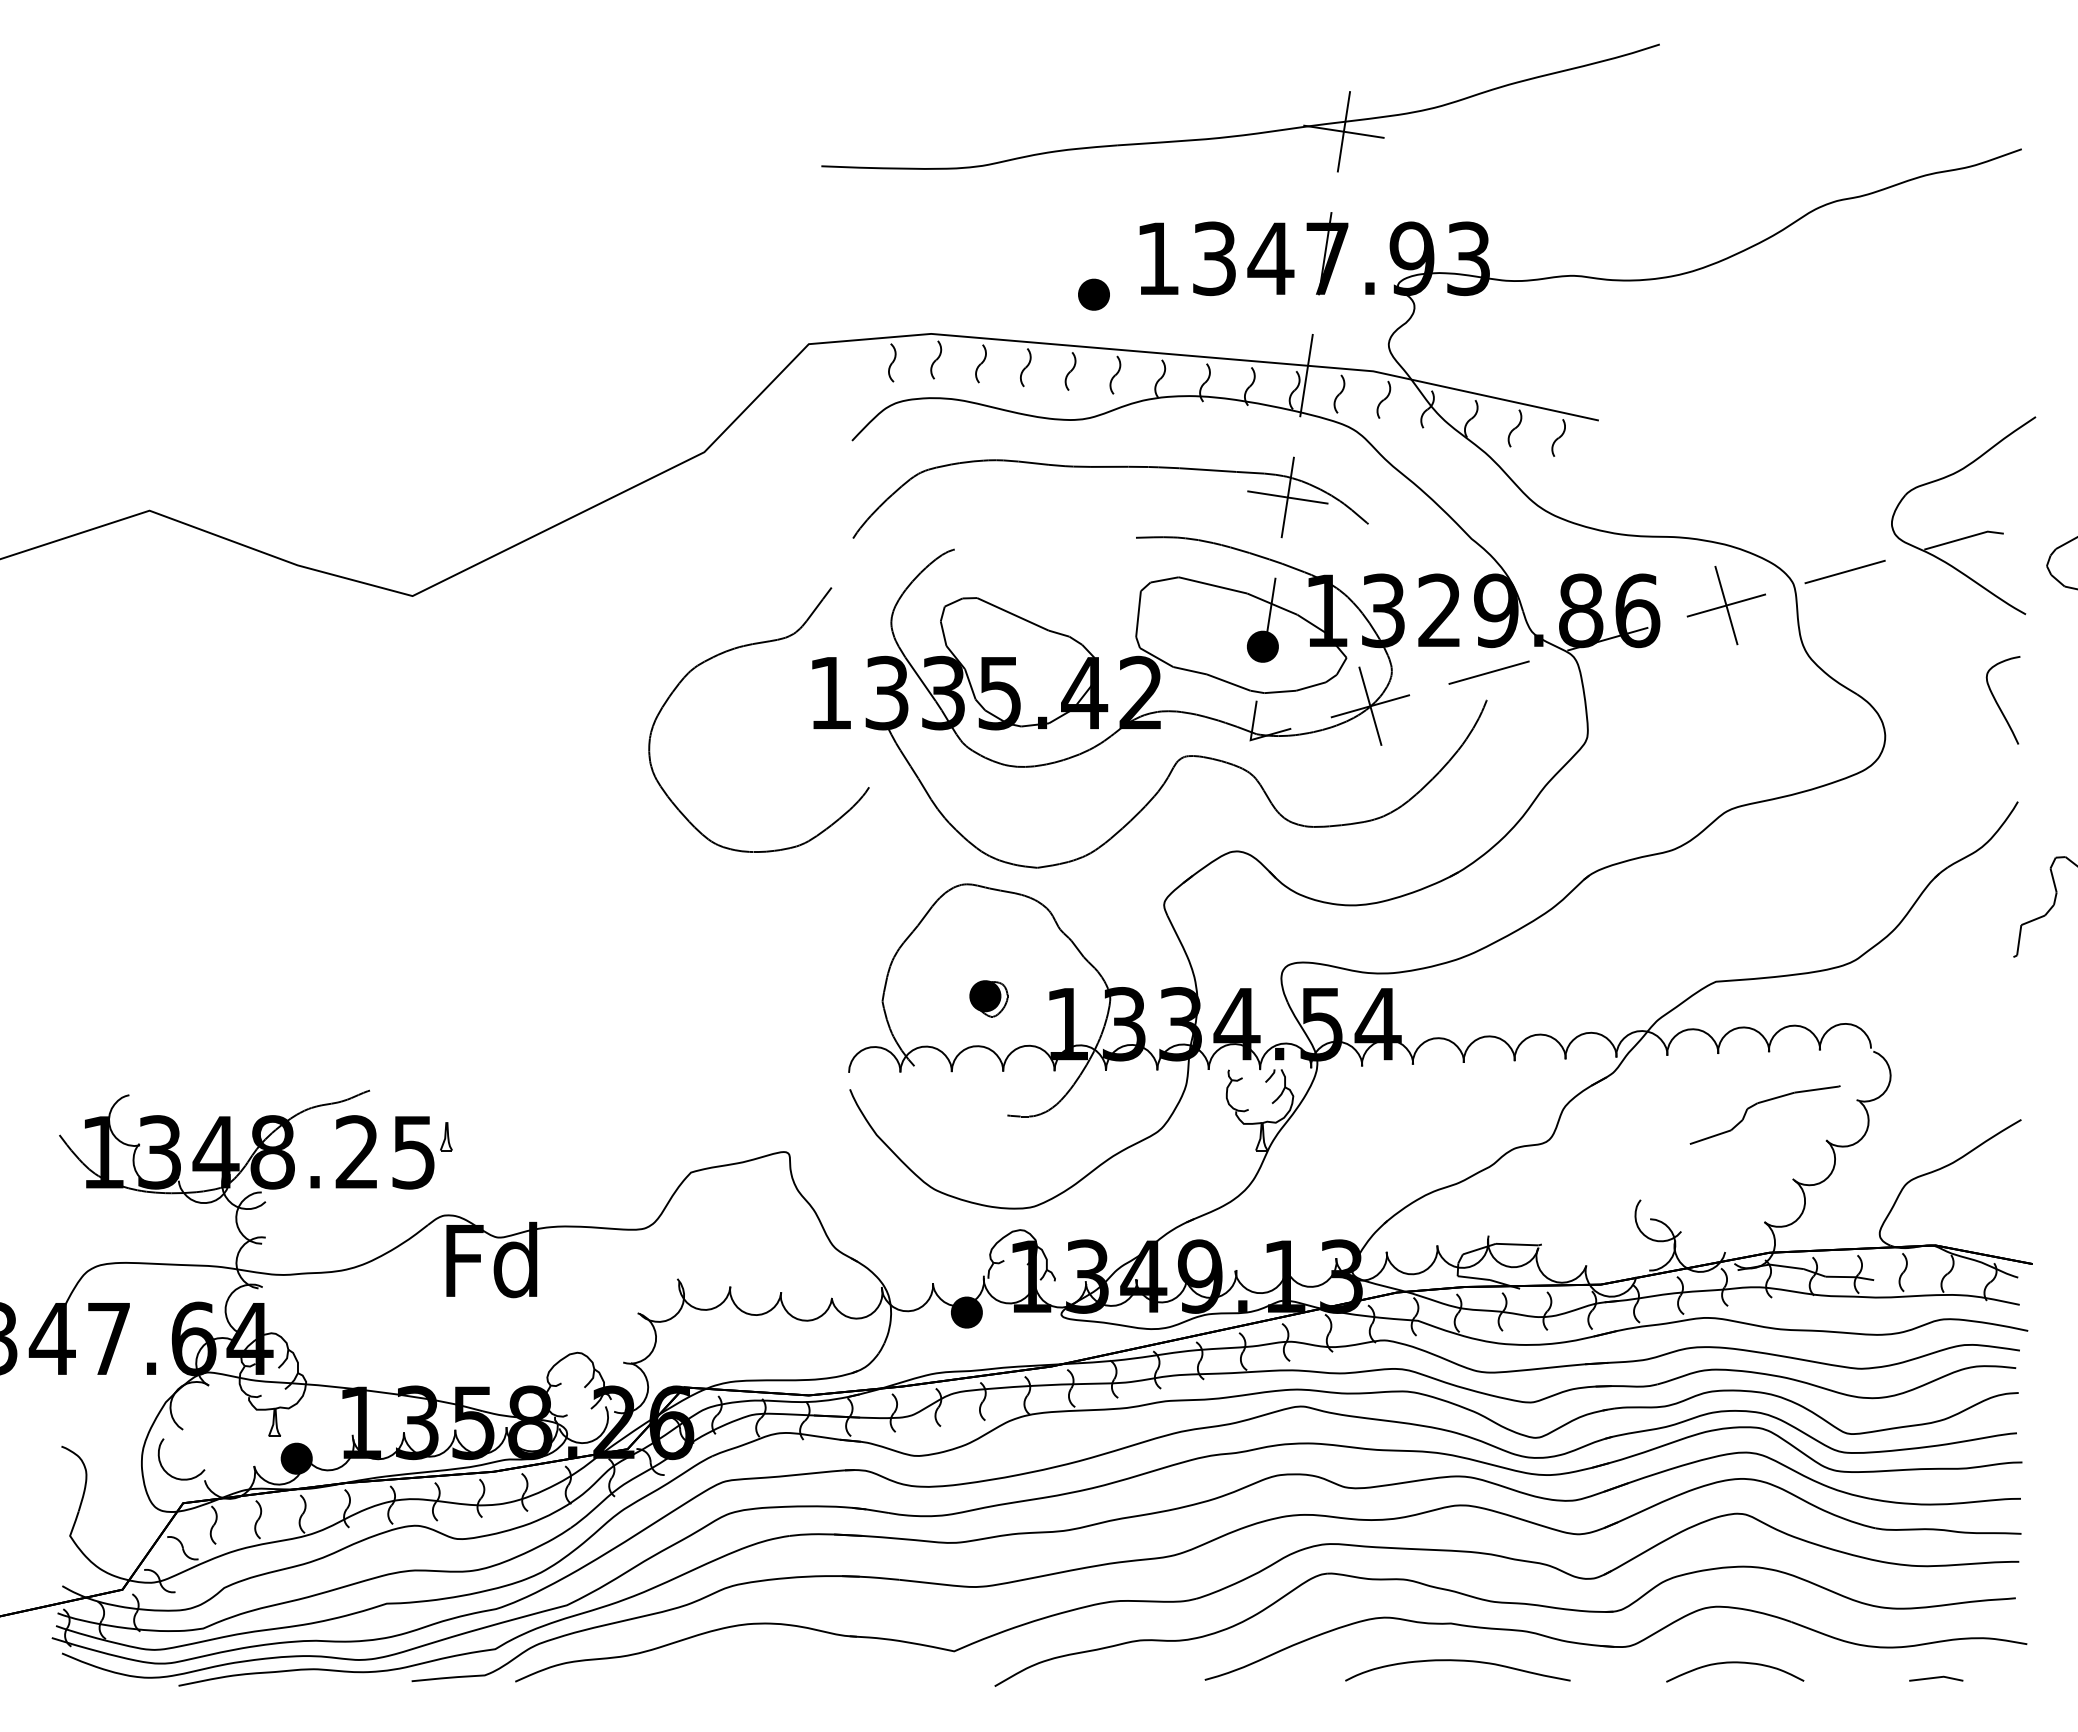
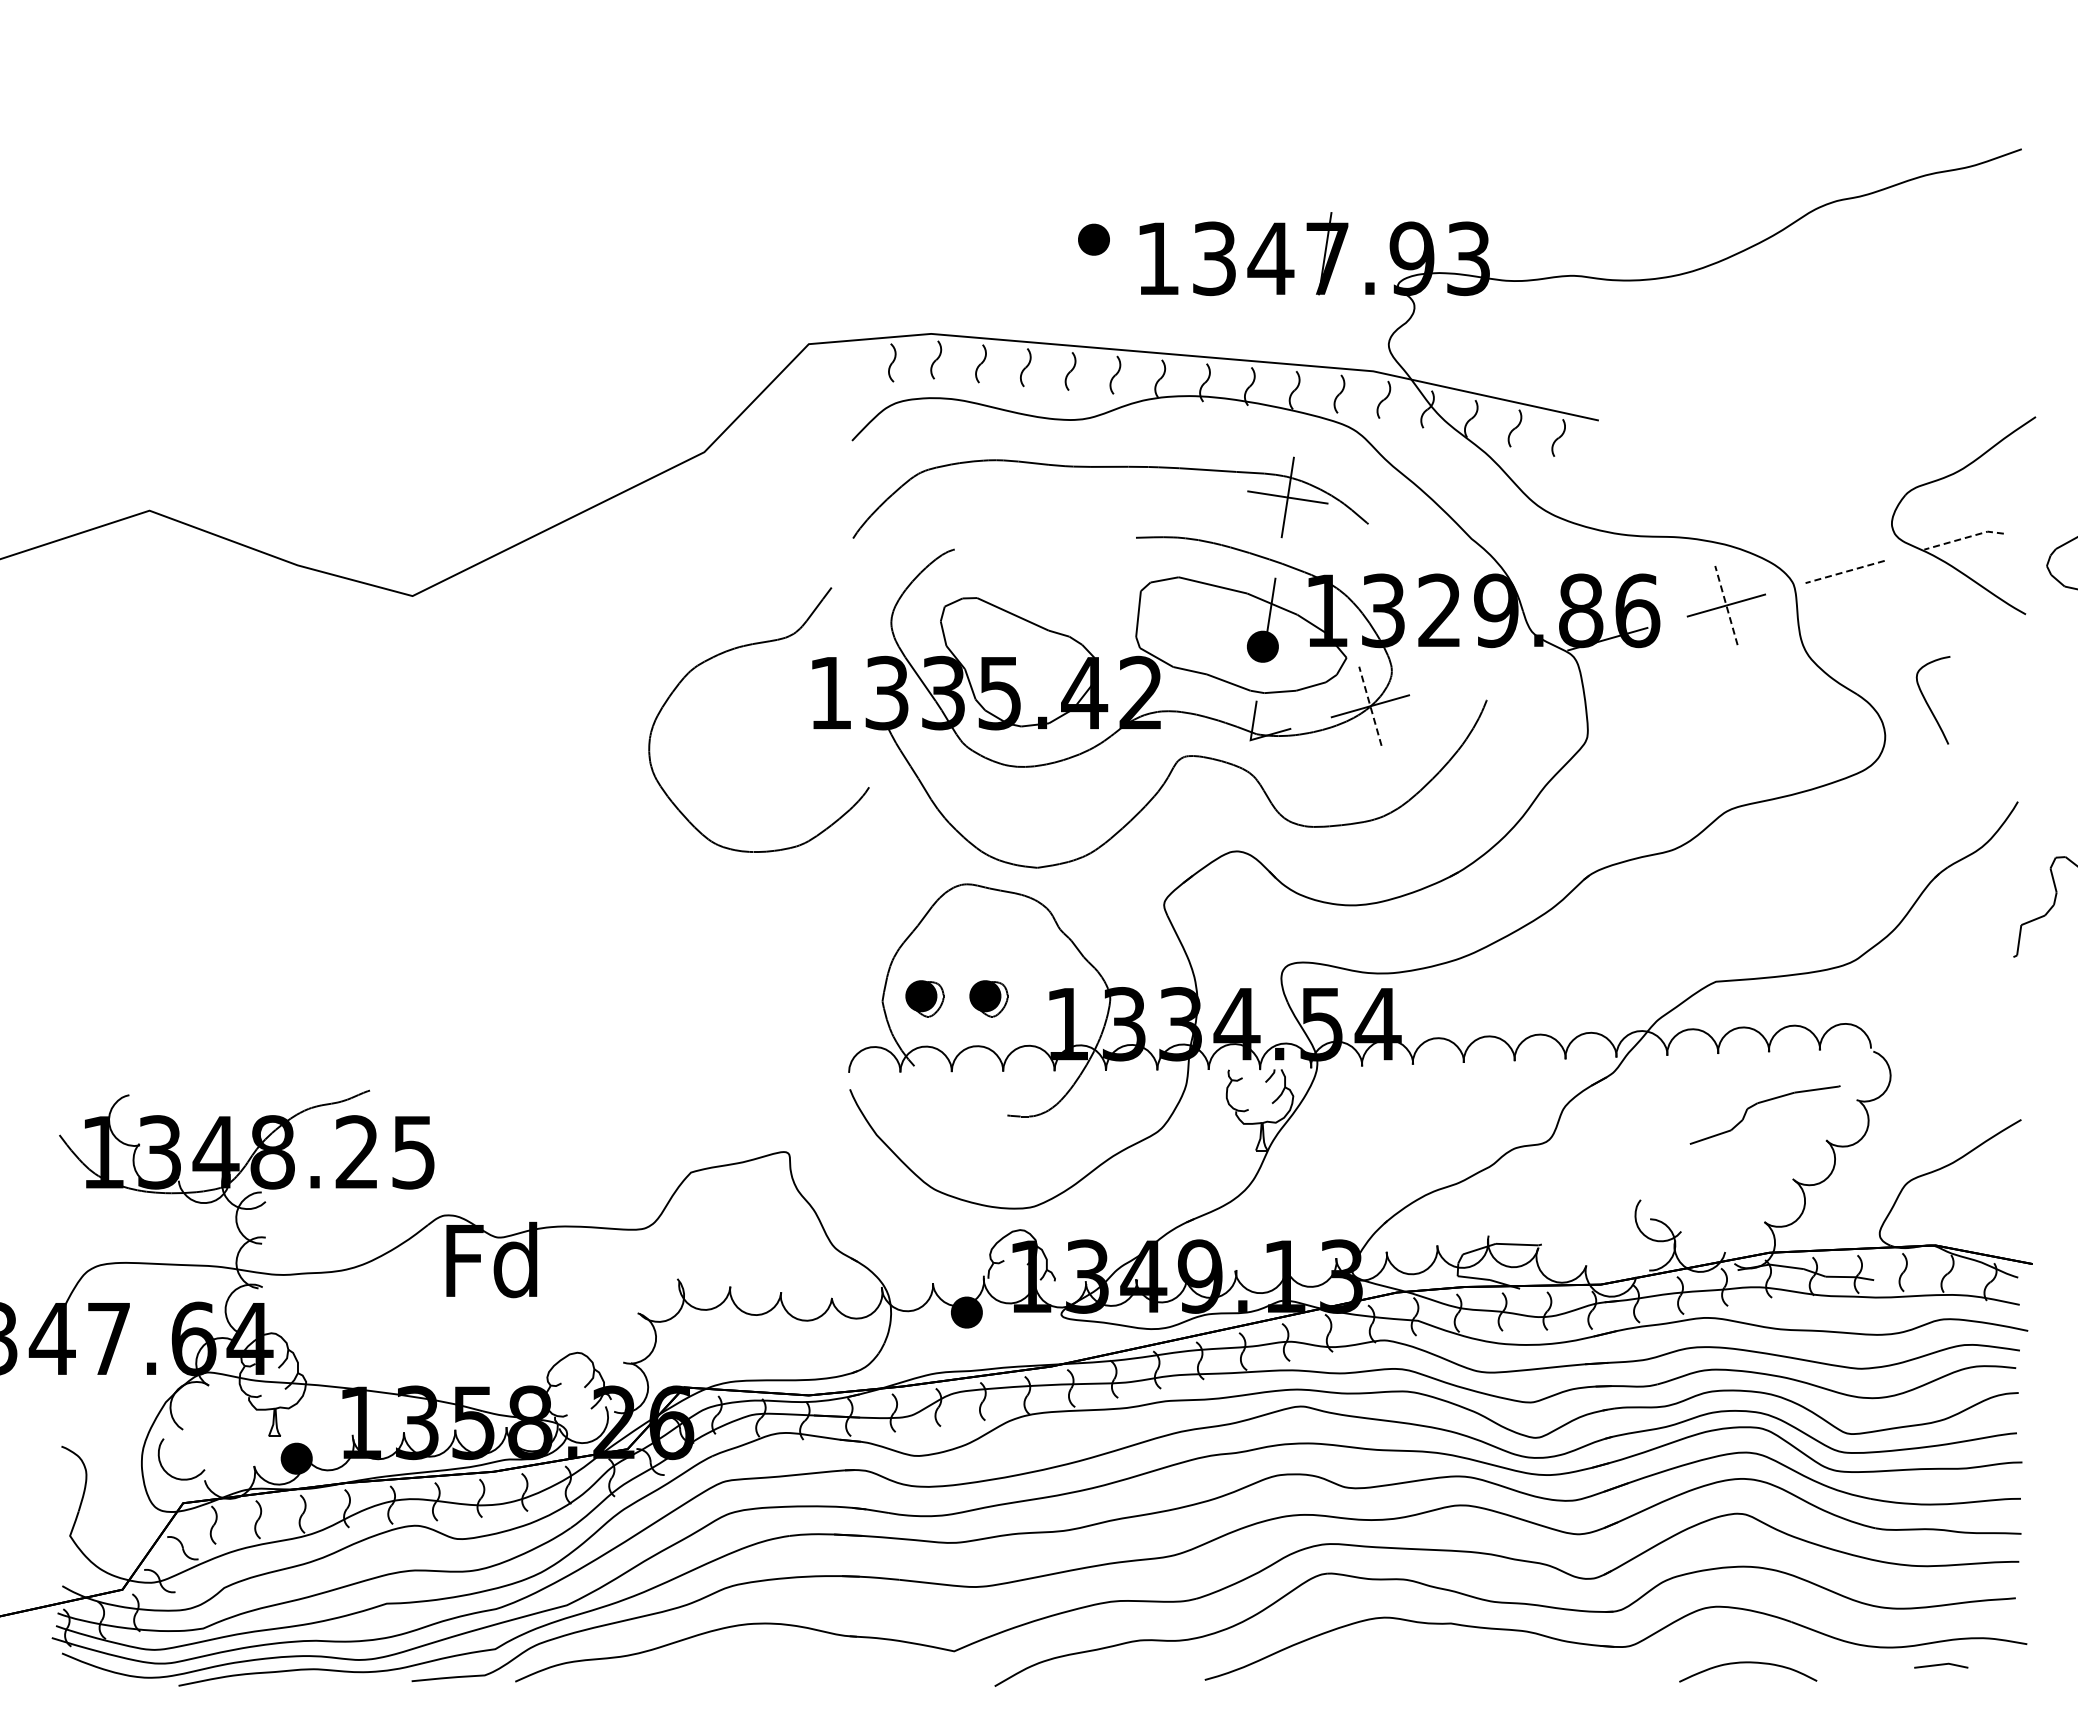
part at (1247, 133): present -> none
part at (1093, 294) position: (1093, 294) -> (1093, 239)
line at (1306, 375): present -> none
line at (1964, 538): solid -> dashed
line at (1844, 572): solid -> dashed
line at (1726, 605): solid -> dashed
line at (1488, 672): present -> none
curve at (1998, 703) position: (1998, 703) -> (1928, 703)
line at (1370, 706): solid -> dashed
part at (924, 998): none -> present
part at (446, 1136): present -> none
curve at (1457, 1661): present -> none
curve at (1735, 1663) position: (1735, 1663) -> (1748, 1663)
line at (1936, 1678) position: (1936, 1678) -> (1941, 1665)
